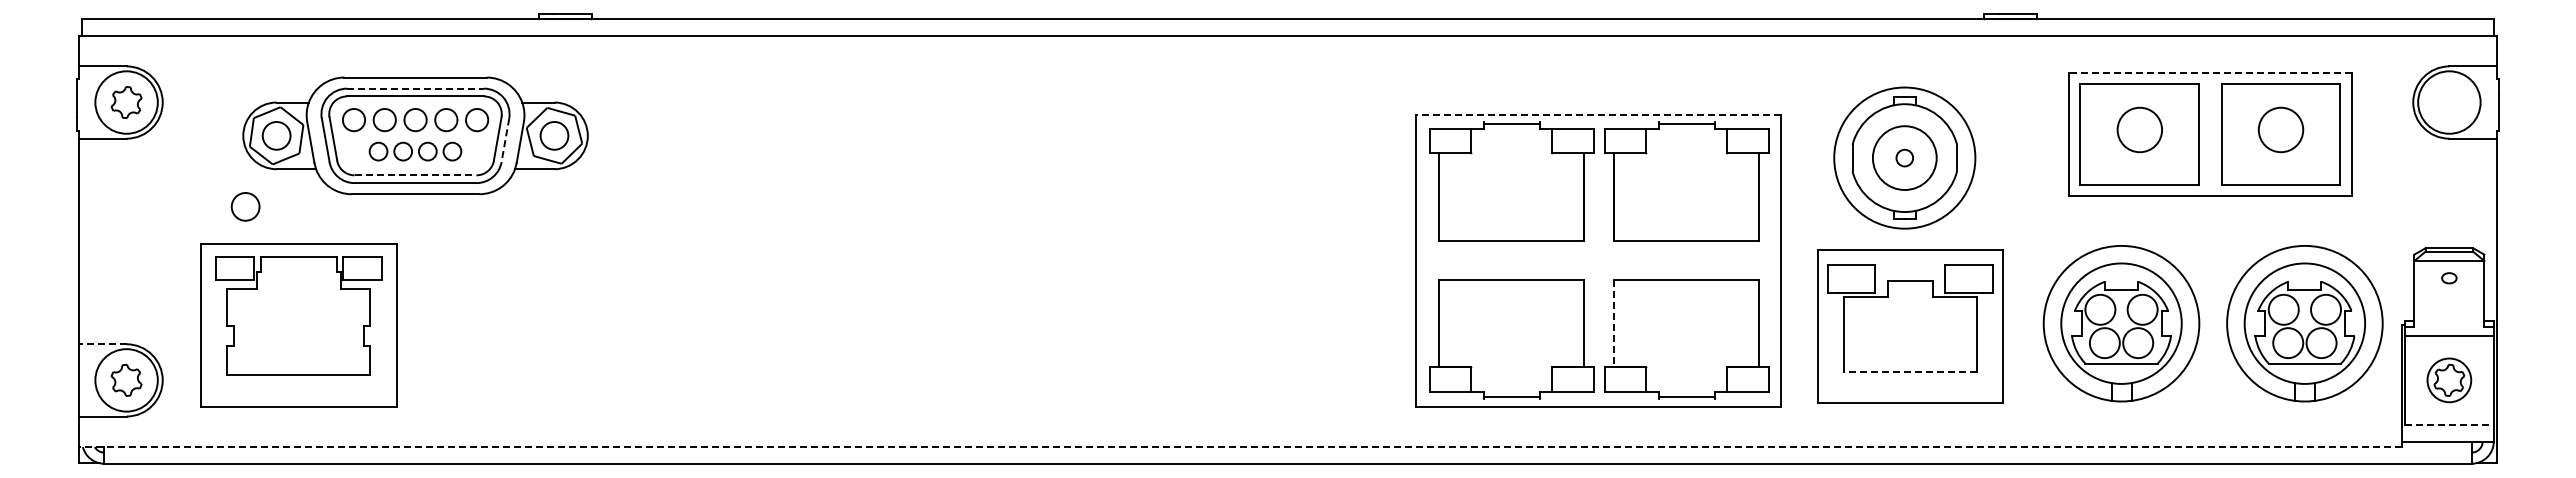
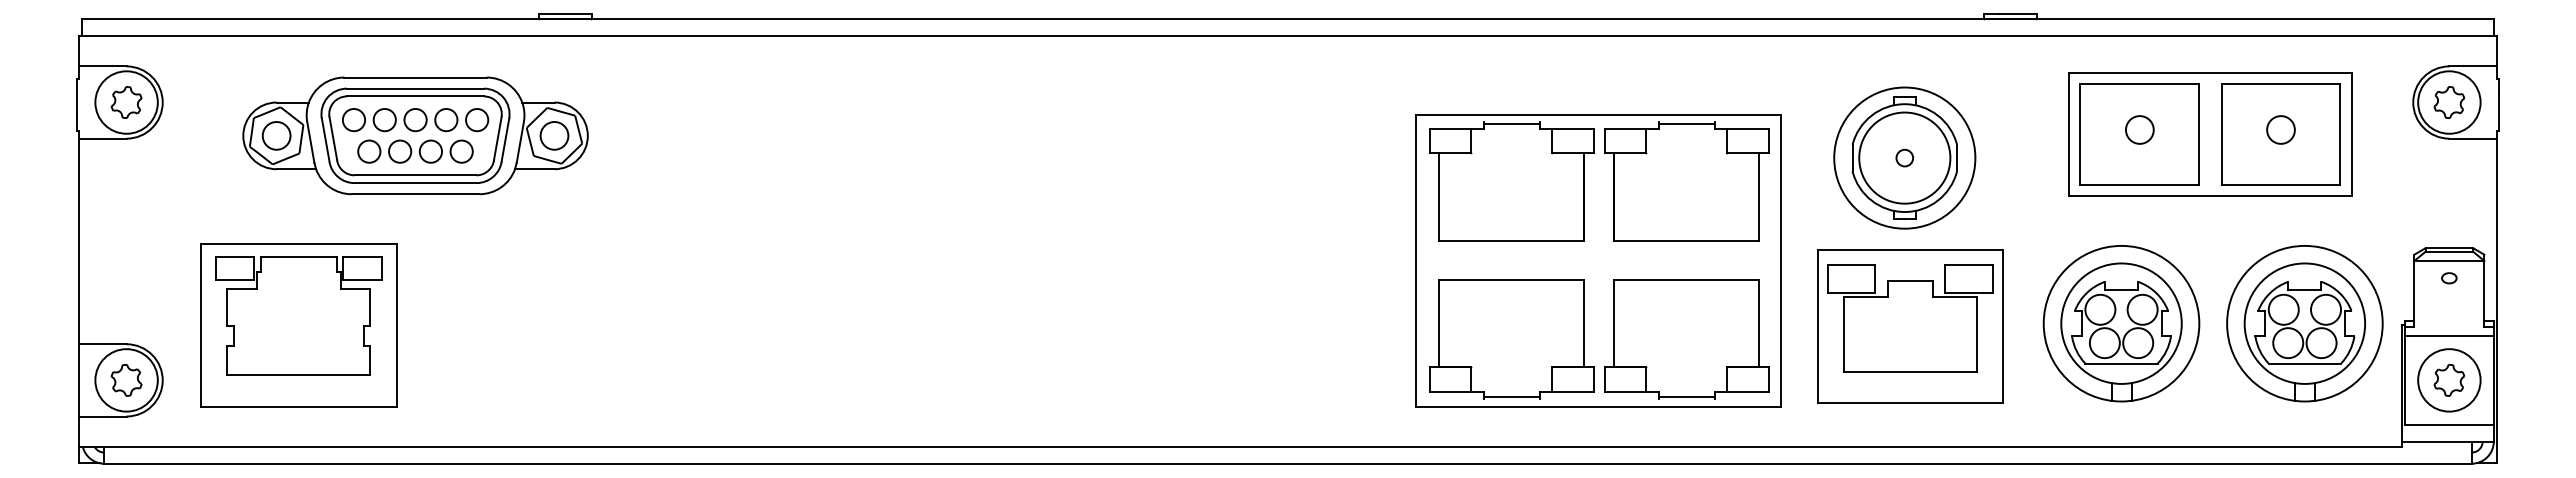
line at (2209, 72): dashed -> solid
line at (415, 88): dashed -> solid
part at (2449, 102): none -> present
line at (1598, 114): dashed -> solid
circle at (2139, 129) diameter: 44 px -> 28 px
circle at (2280, 129) diameter: 44 px -> 28 px
line at (505, 140): dashed -> solid
part at (415, 151) size: 95x21 px -> 117x25 px
circle at (1904, 158) diameter: 64 px -> 91 px
line at (415, 175): dashed -> solid
circle at (245, 206): present -> none
line at (1614, 323): dashed -> solid
line at (103, 344): dashed -> solid
line at (1909, 371): dashed -> solid
circle at (2449, 380) diameter: 44 px -> 62 px
line at (2449, 424): dashed -> solid
line at (1240, 447): dashed -> solid
